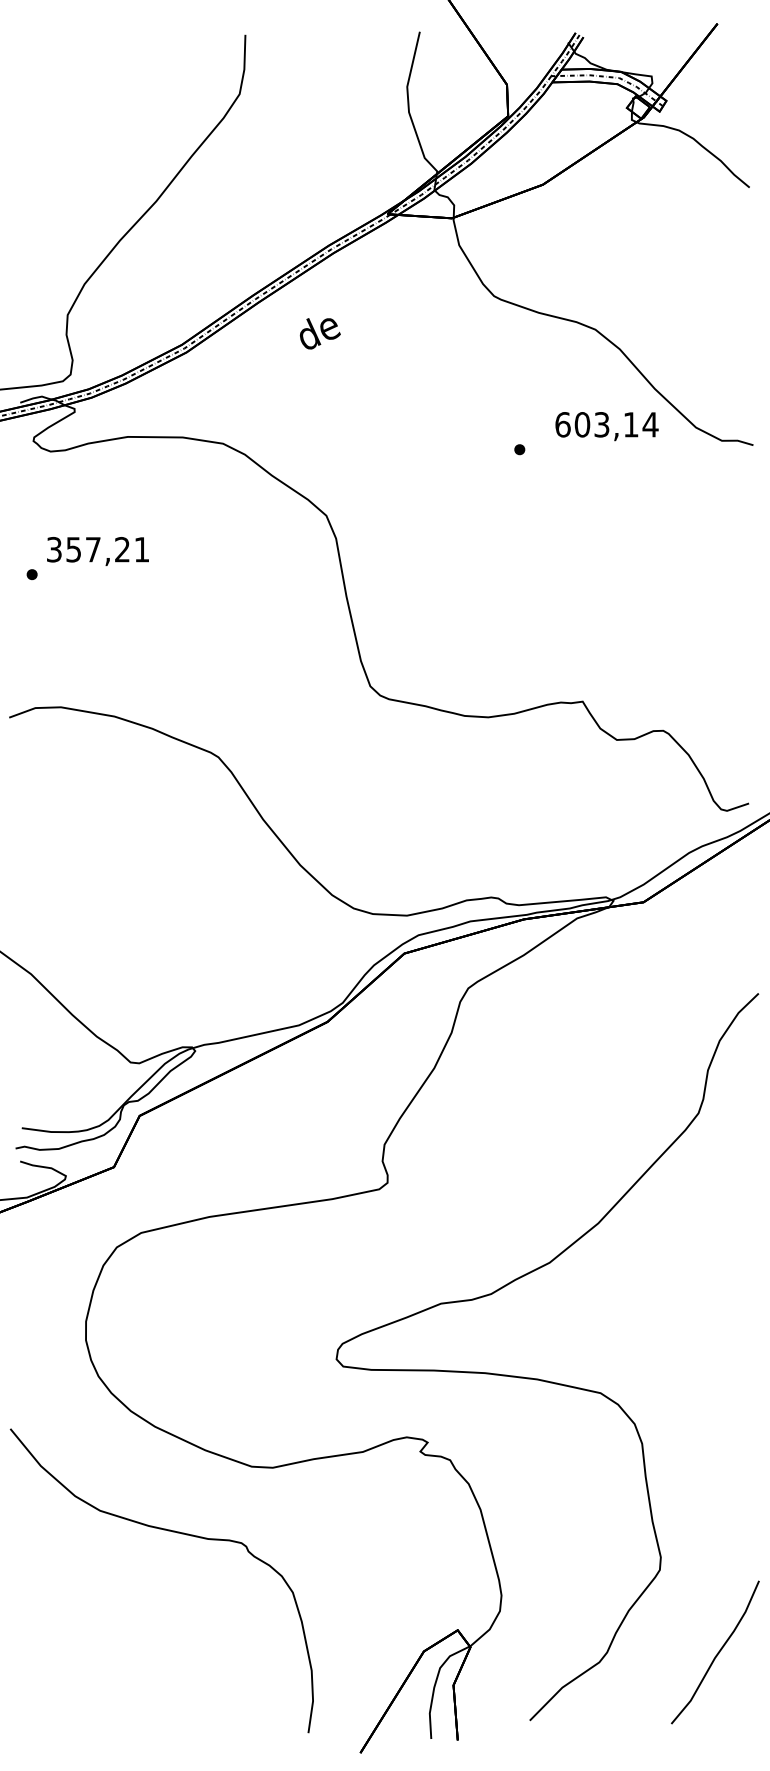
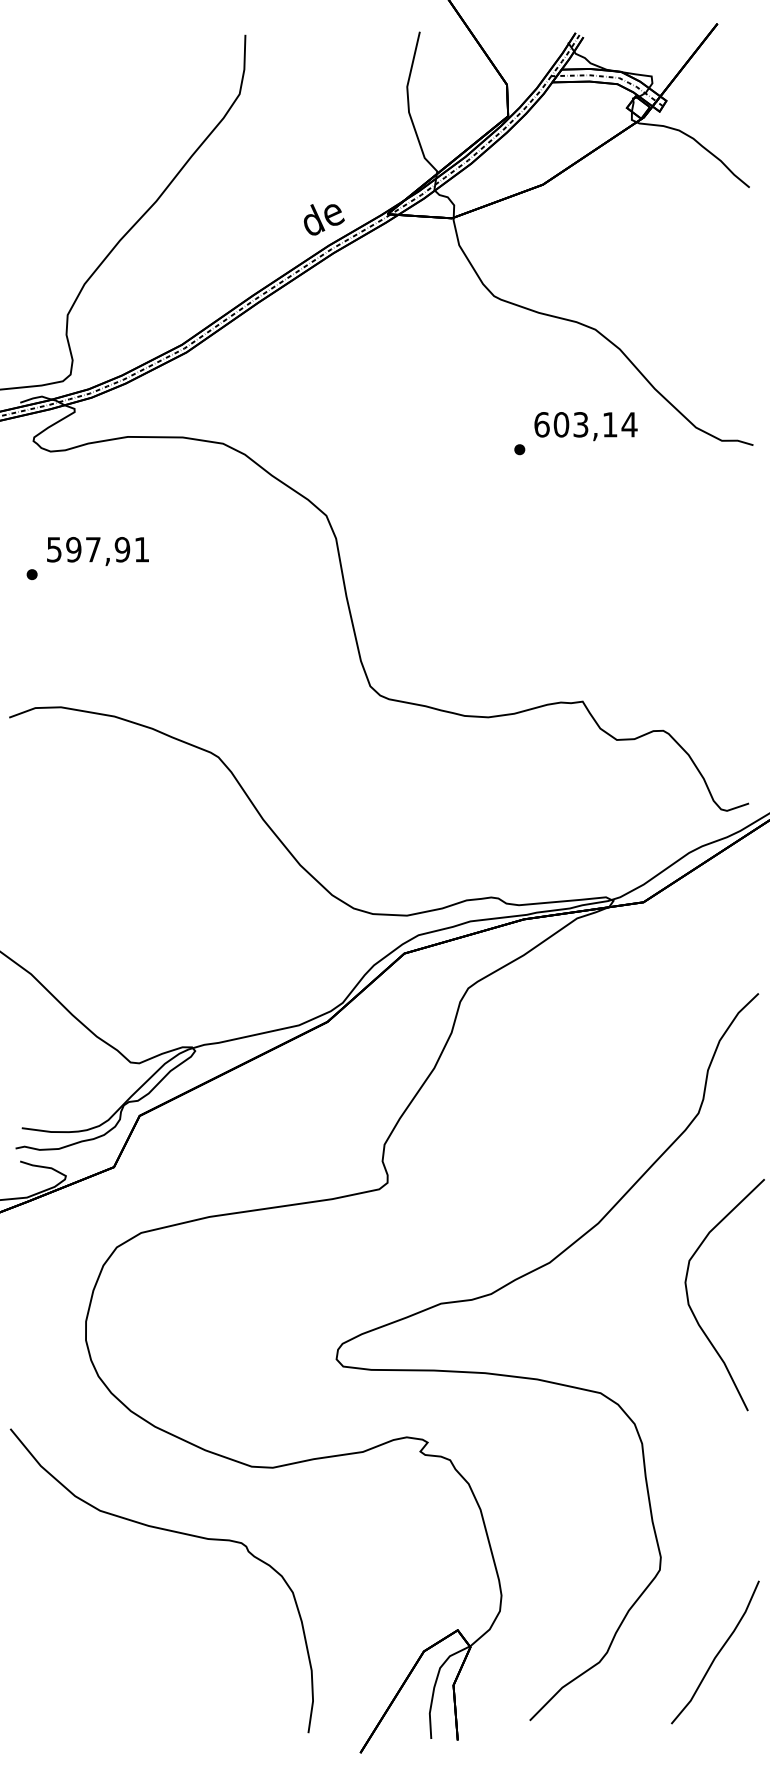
text at (319, 333) position: (319, 333) -> (323, 219)
text at (606, 426) position: (606, 426) -> (585, 426)
text at (88, 549): 357,21 -> 597,91
curve at (693, 1311): none -> present
